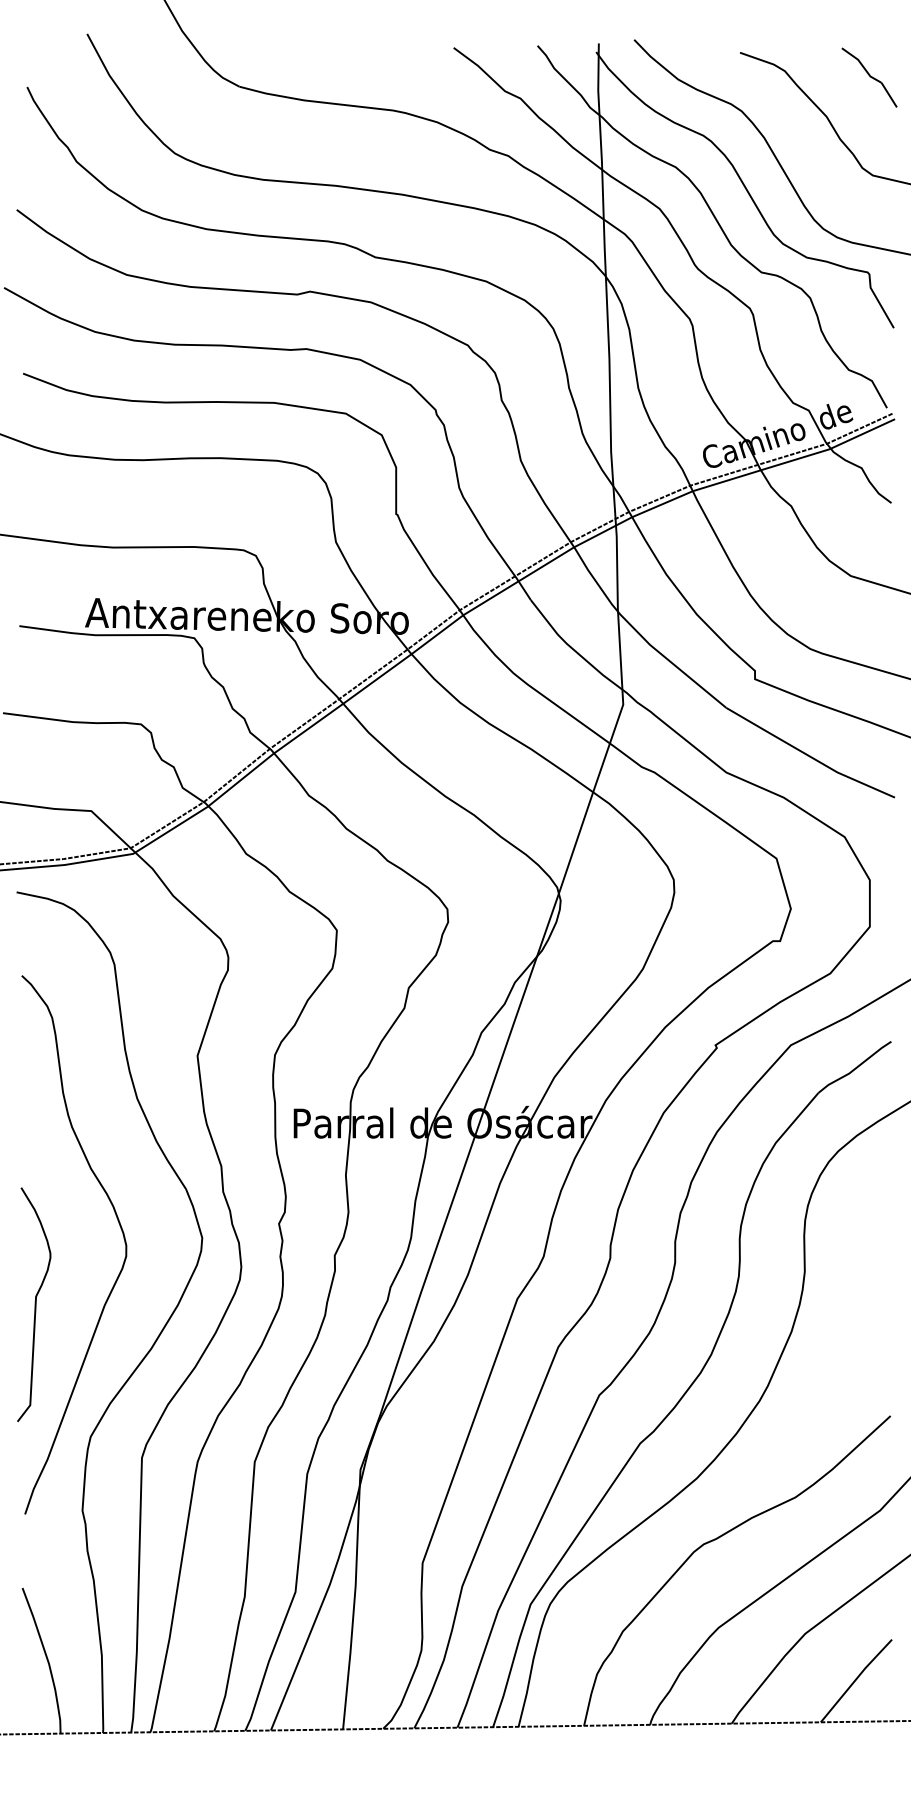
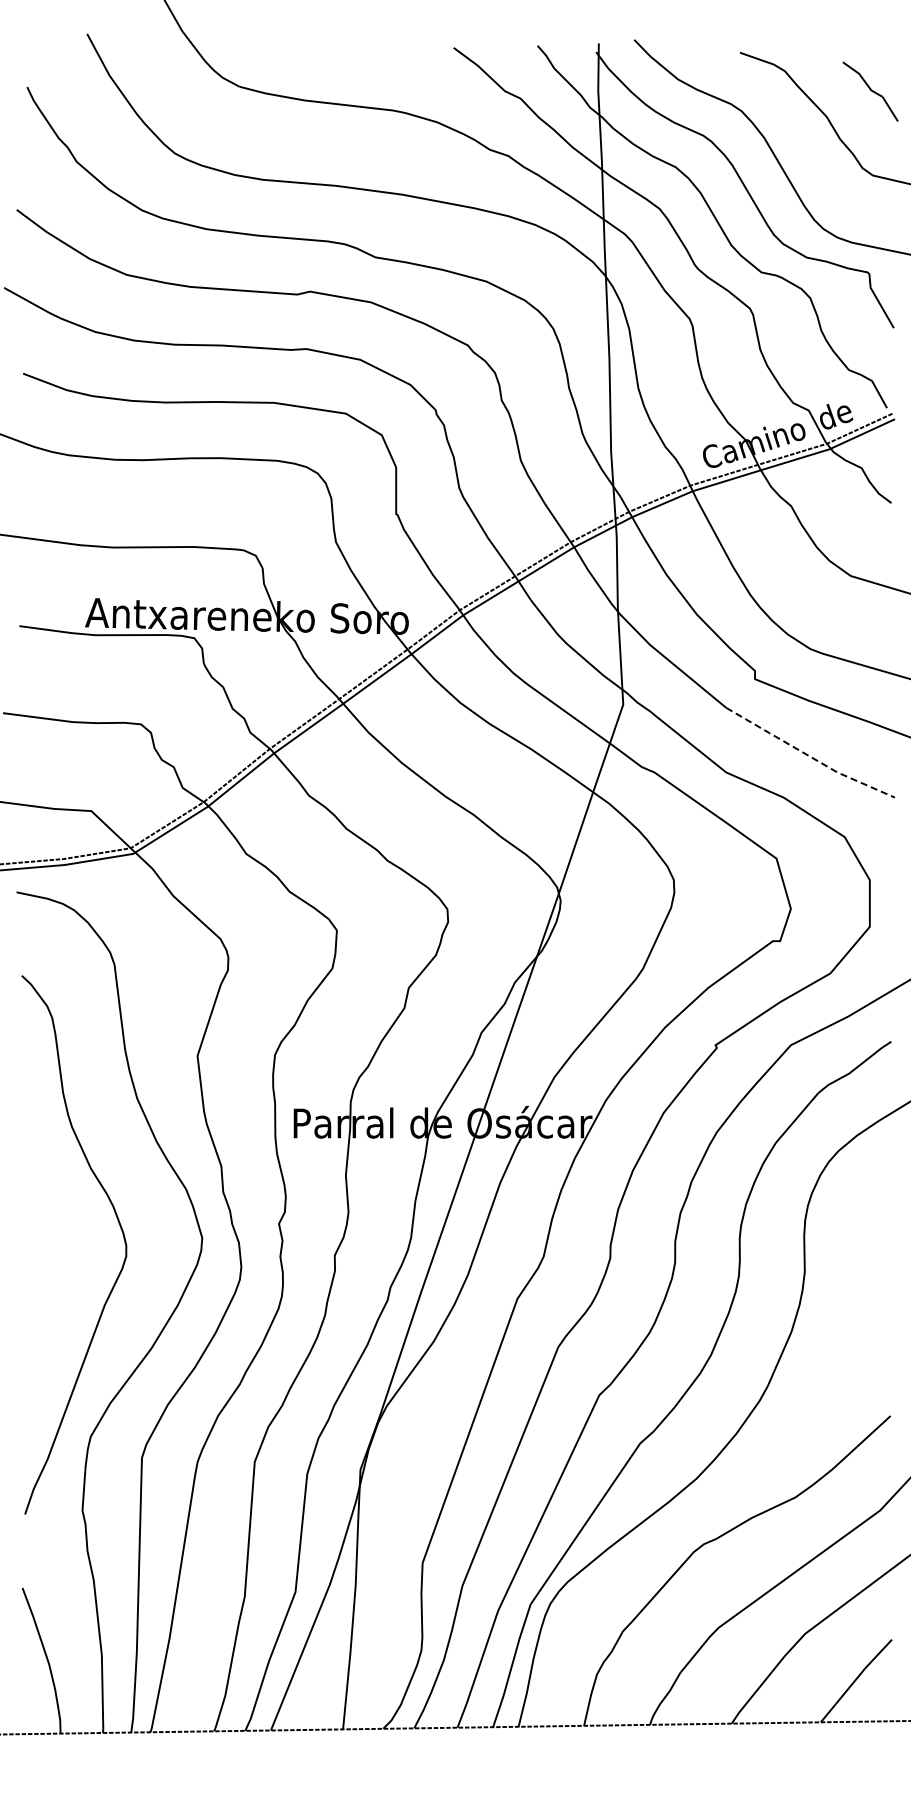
part at (869, 77) position: (869, 77) -> (870, 91)
line at (809, 756): solid -> dashed
curve at (34, 1304): present -> none
